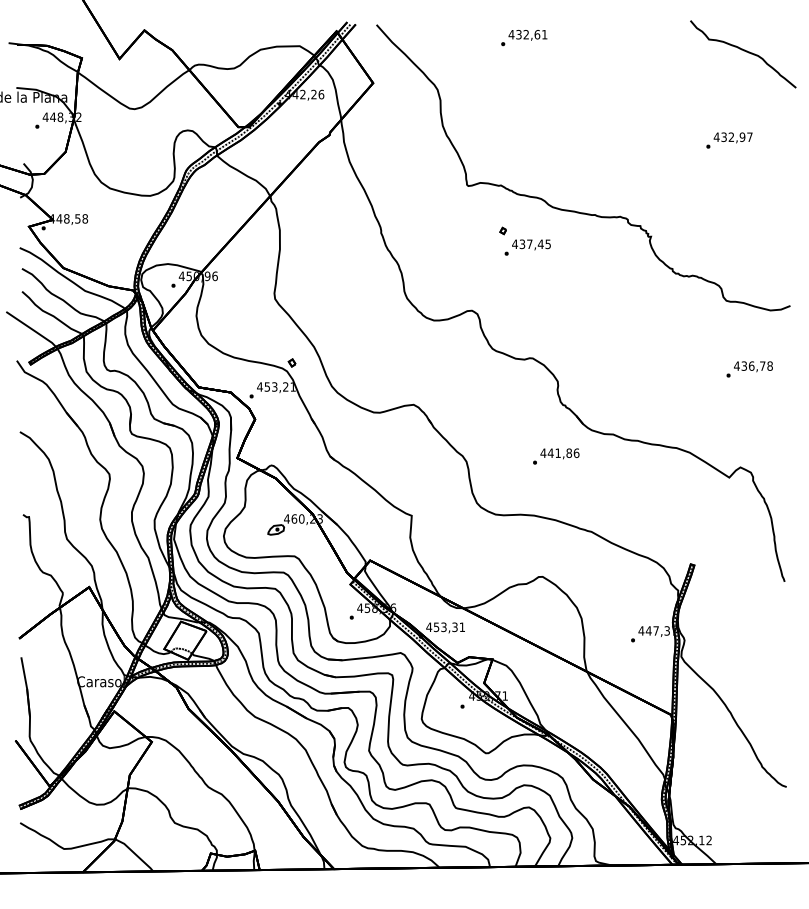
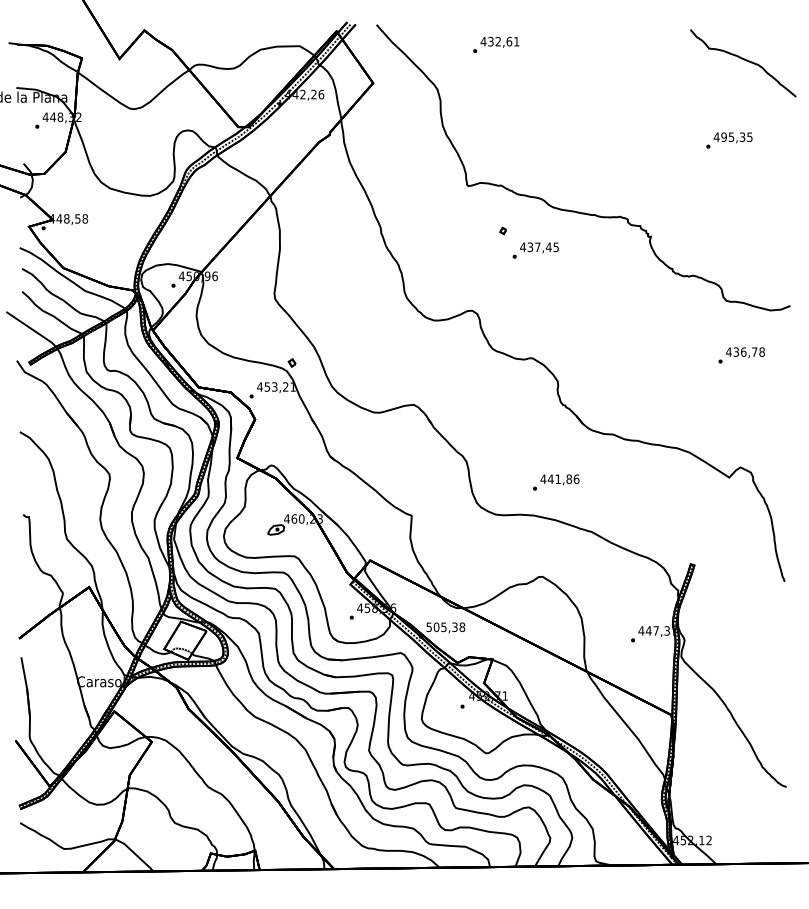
text at (524, 38) position: (524, 38) -> (496, 45)
curve at (743, 51) position: (743, 51) -> (743, 60)
text at (736, 137): 432,97 -> 495,35
text at (527, 247) position: (527, 247) -> (535, 250)
text at (749, 369) position: (749, 369) -> (741, 355)
text at (556, 456) position: (556, 456) -> (556, 482)
text at (445, 627): 453,31 -> 505,38
